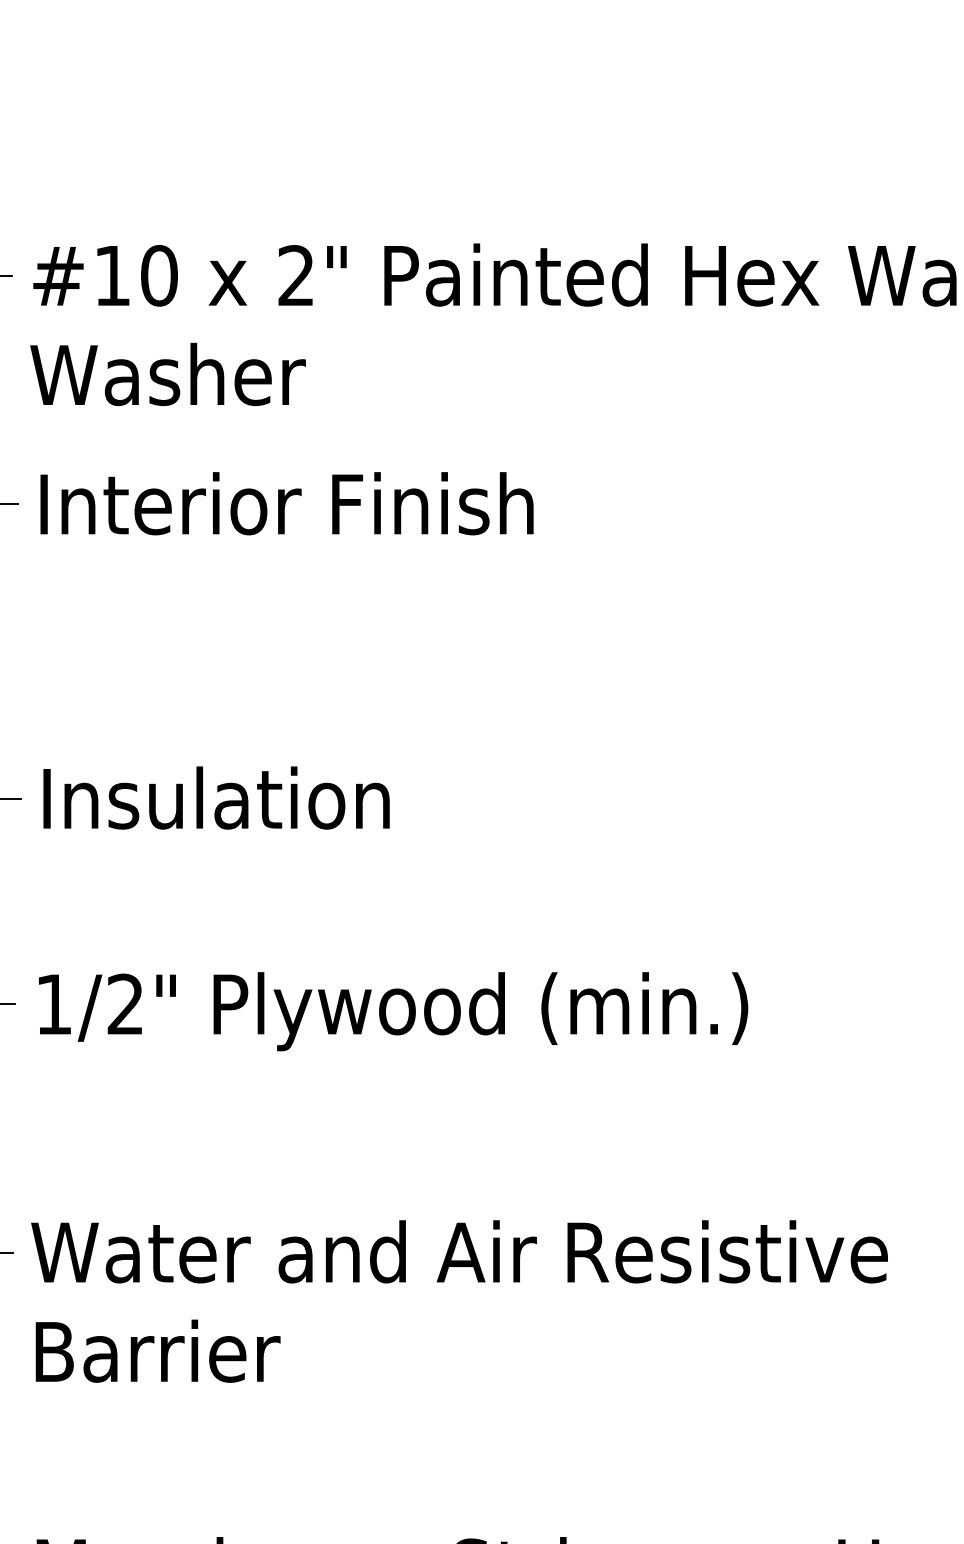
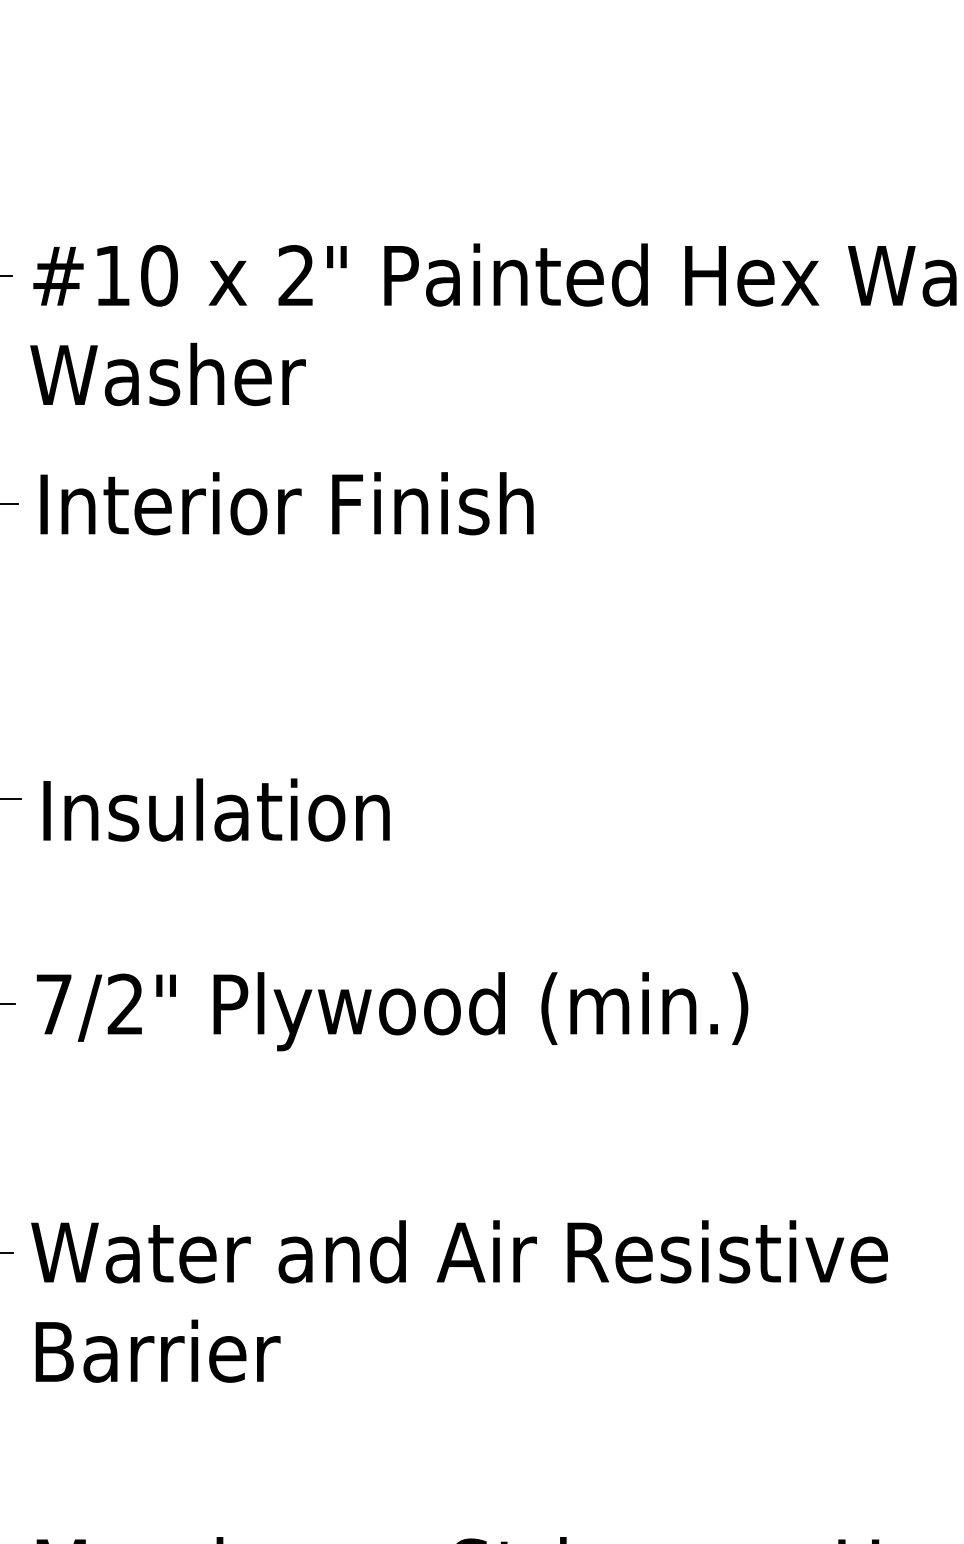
text at (216, 797) position: (216, 797) -> (216, 809)
text at (53, 1004): 1/2" -> 7/2"
